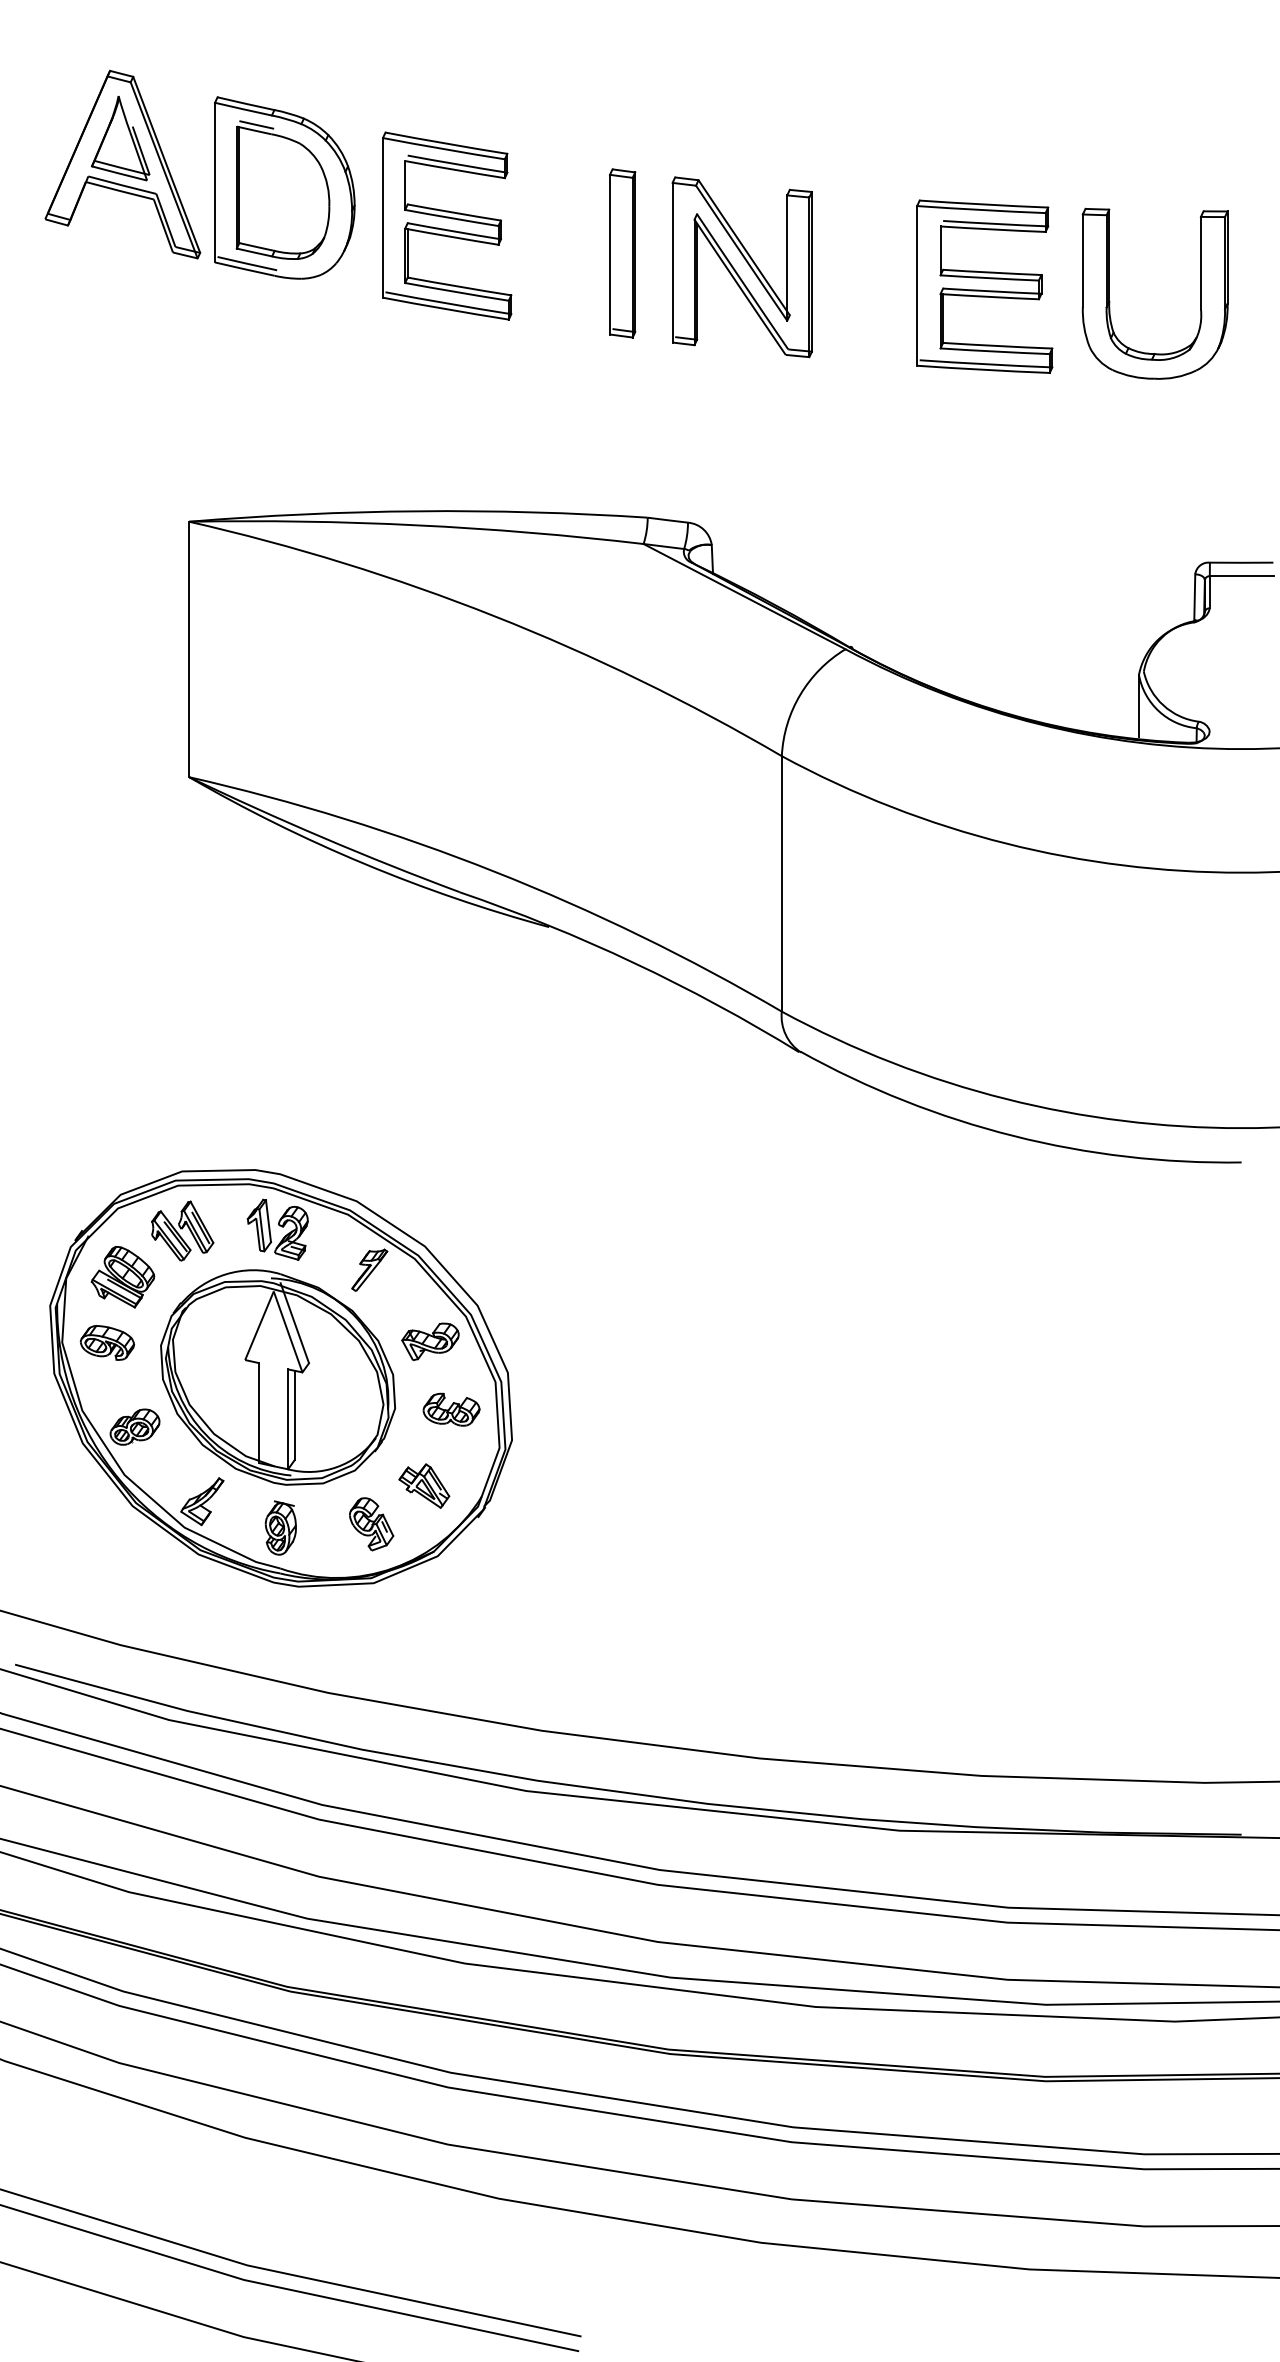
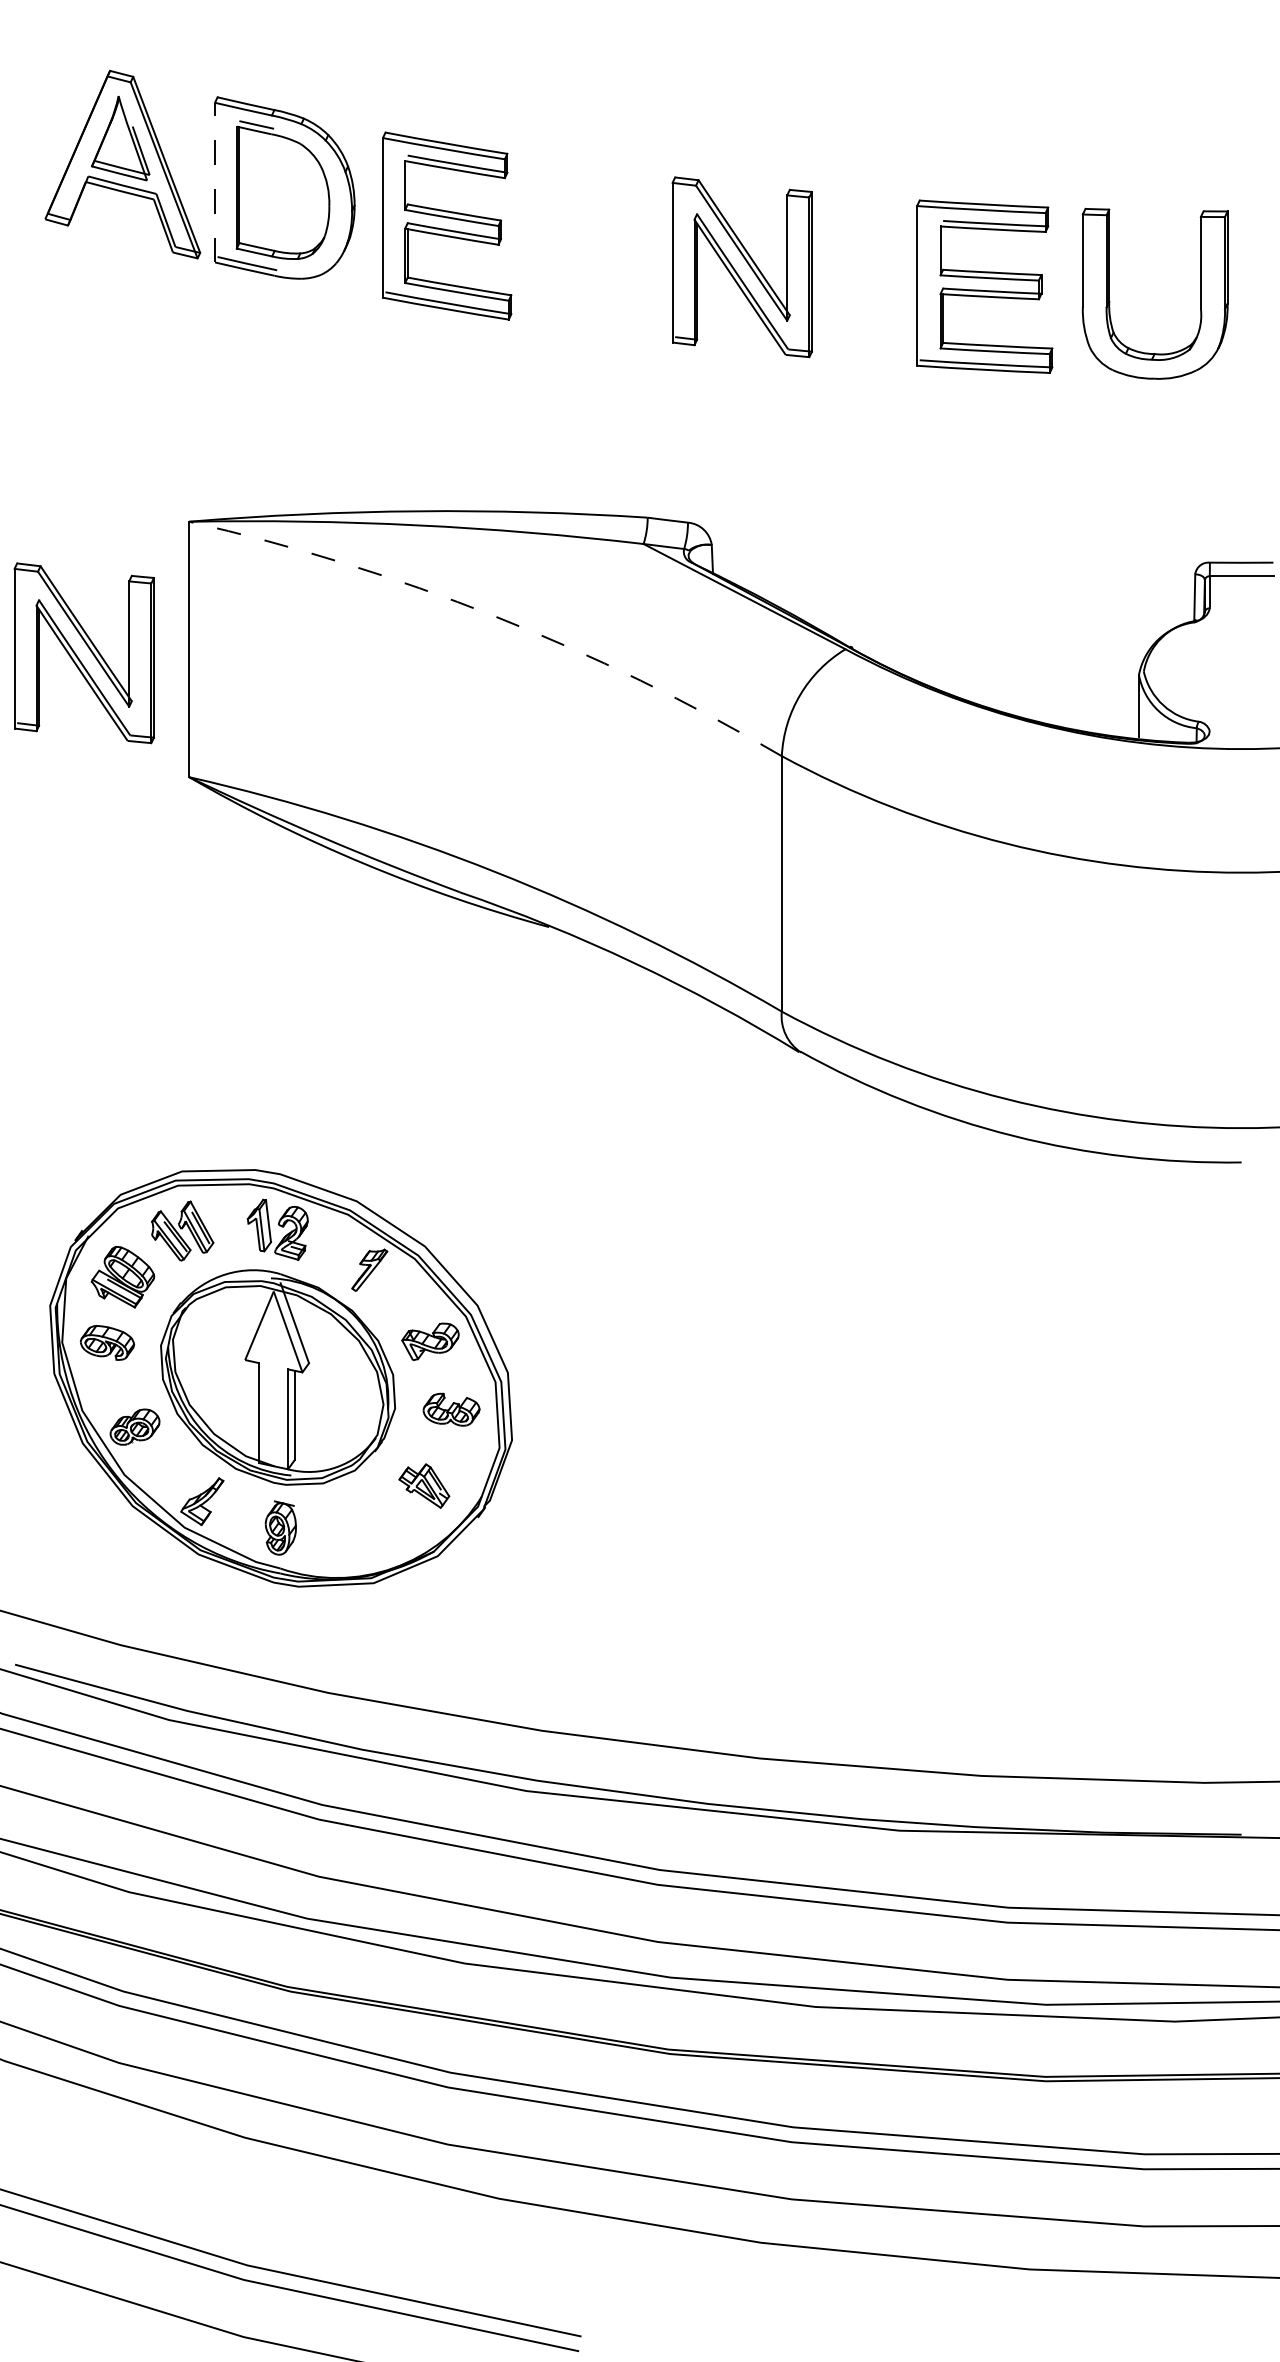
line at (215, 182): solid -> dashed
part at (622, 253): present -> none
arc at (494, 616): solid -> dashed
part at (83, 653): none -> present
part at (371, 1524): present -> none
